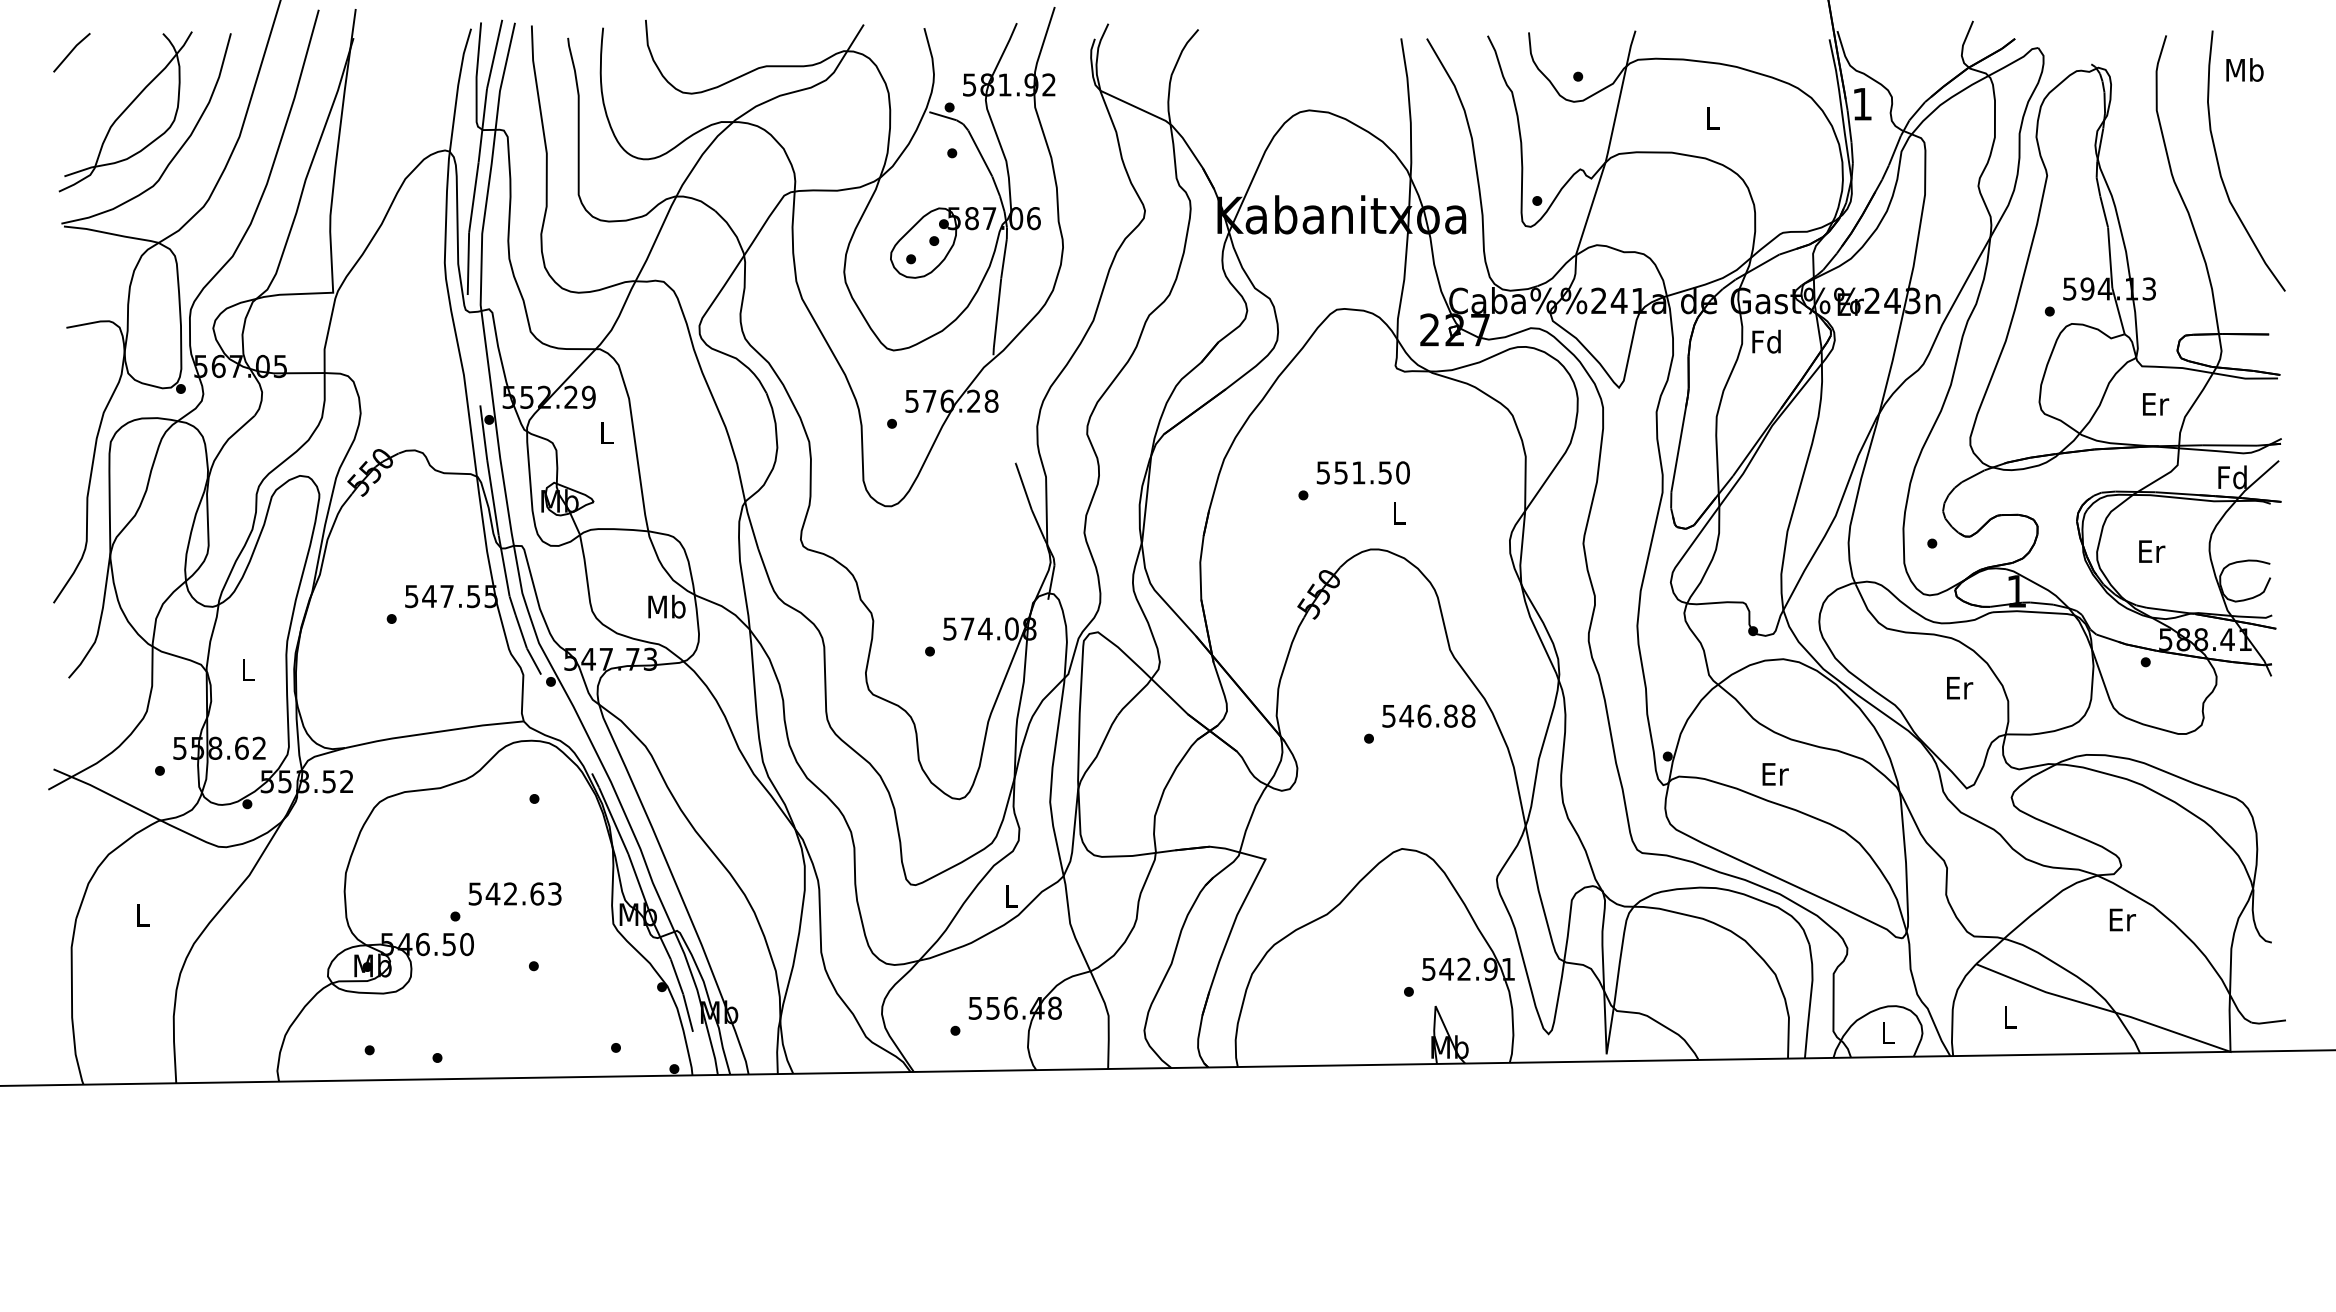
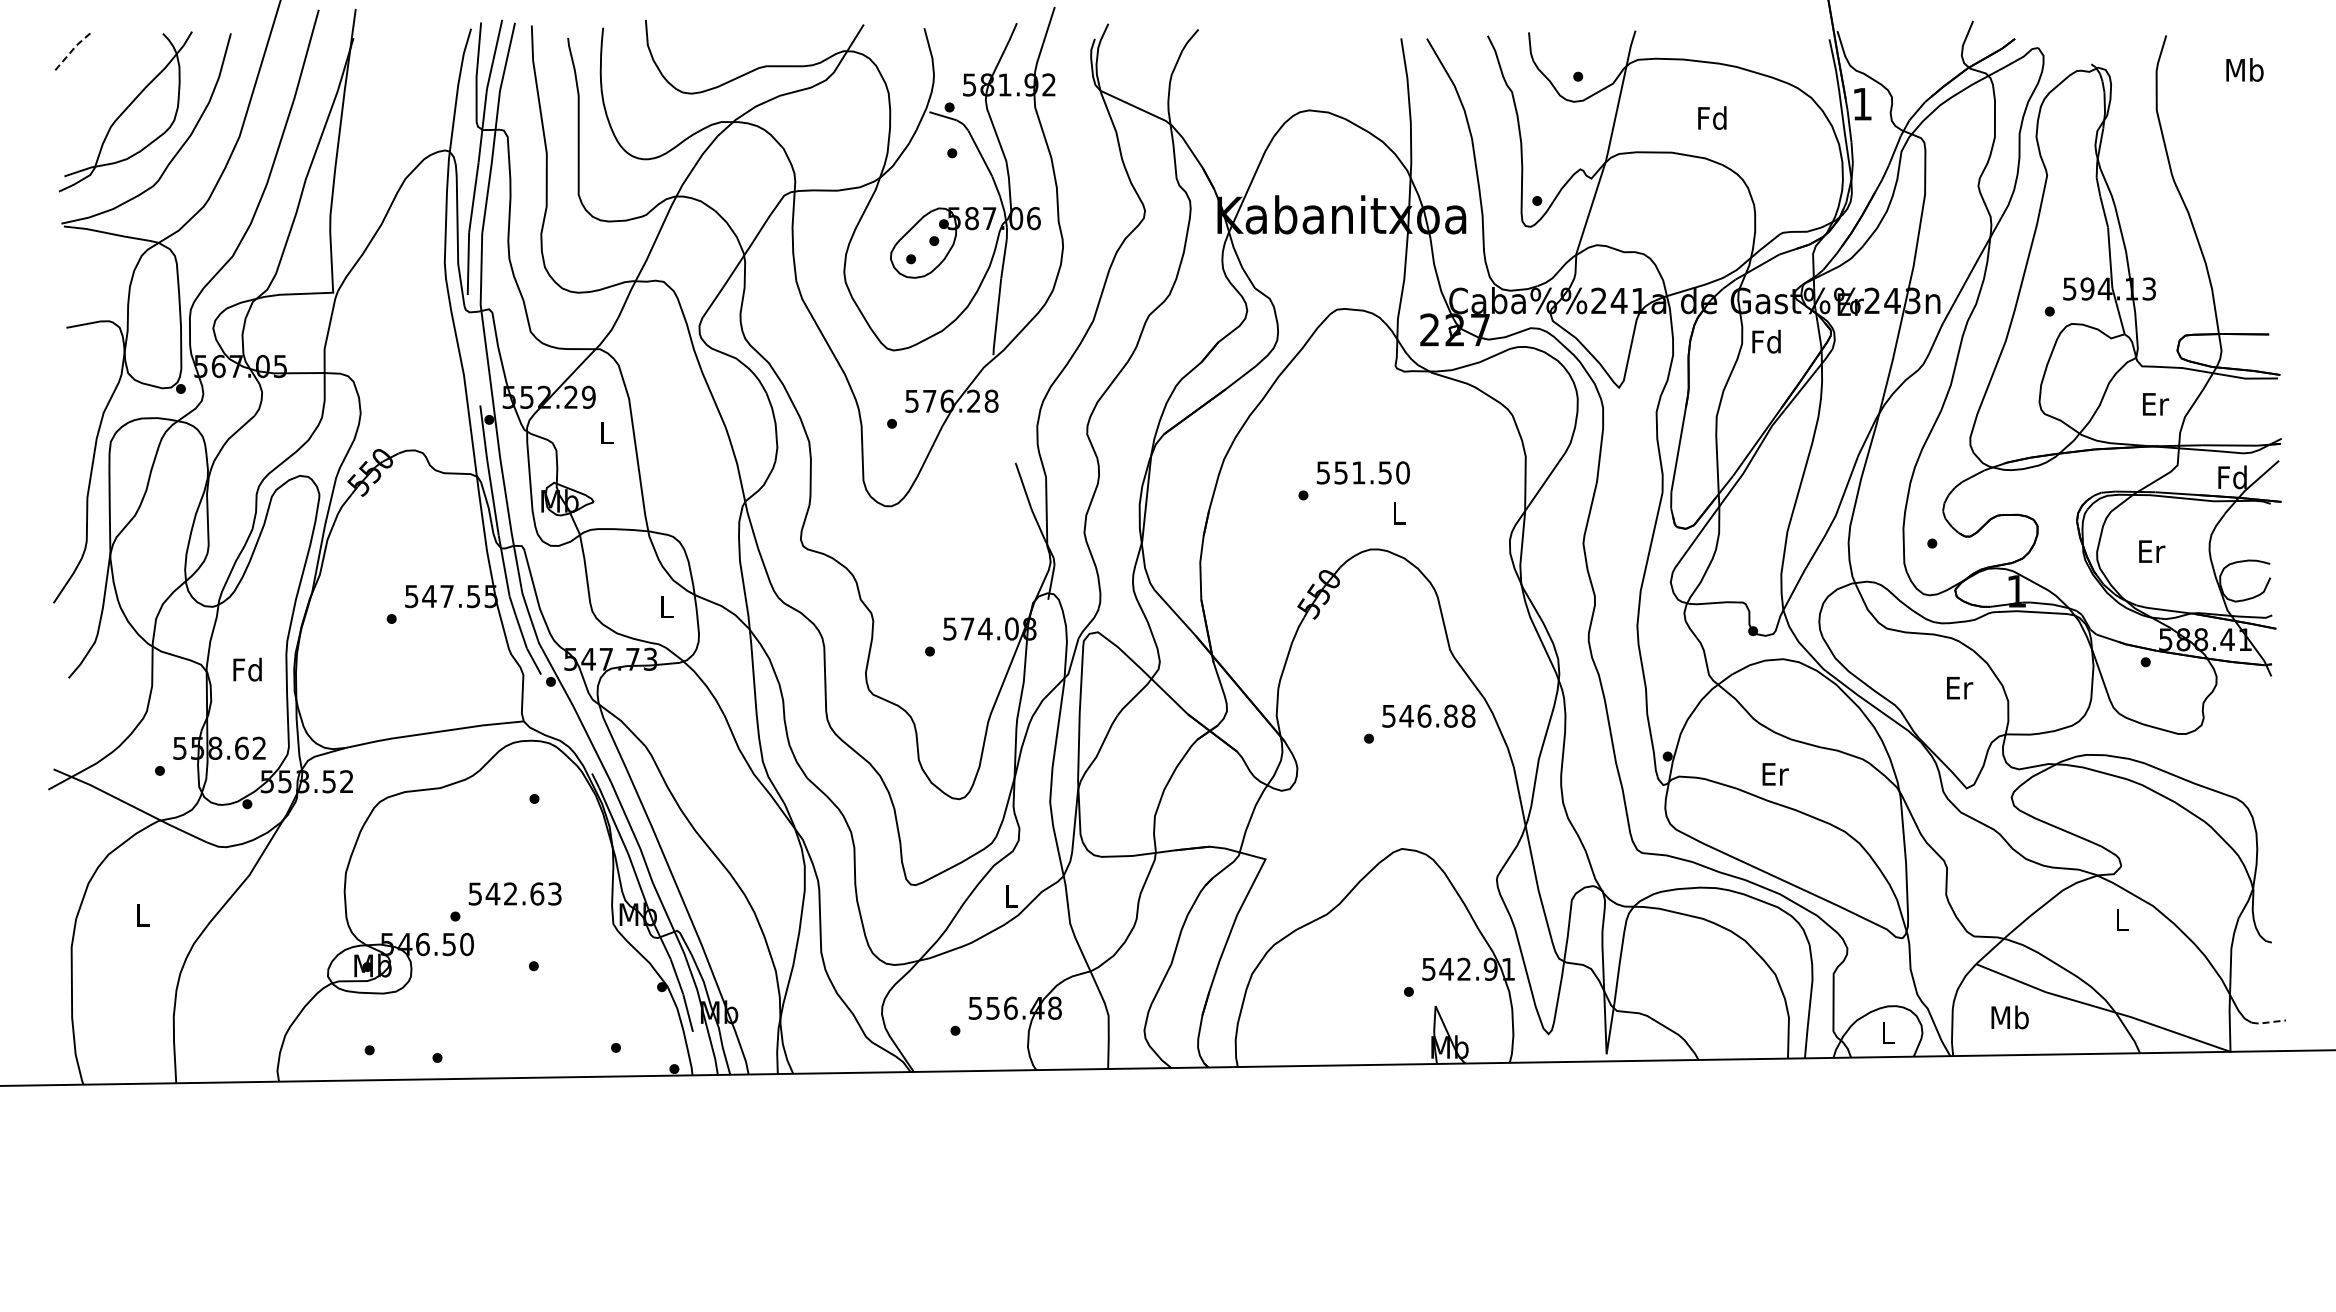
line at (71, 51): solid -> dashed
text at (1712, 117): L -> Fd
curve at (2219, 164): present -> none
text at (666, 606): Mb -> L
text at (247, 669): L -> Fd
text at (2122, 919): Er -> L
text at (2009, 1017): L -> Mb
line at (2268, 1022): solid -> dashed
